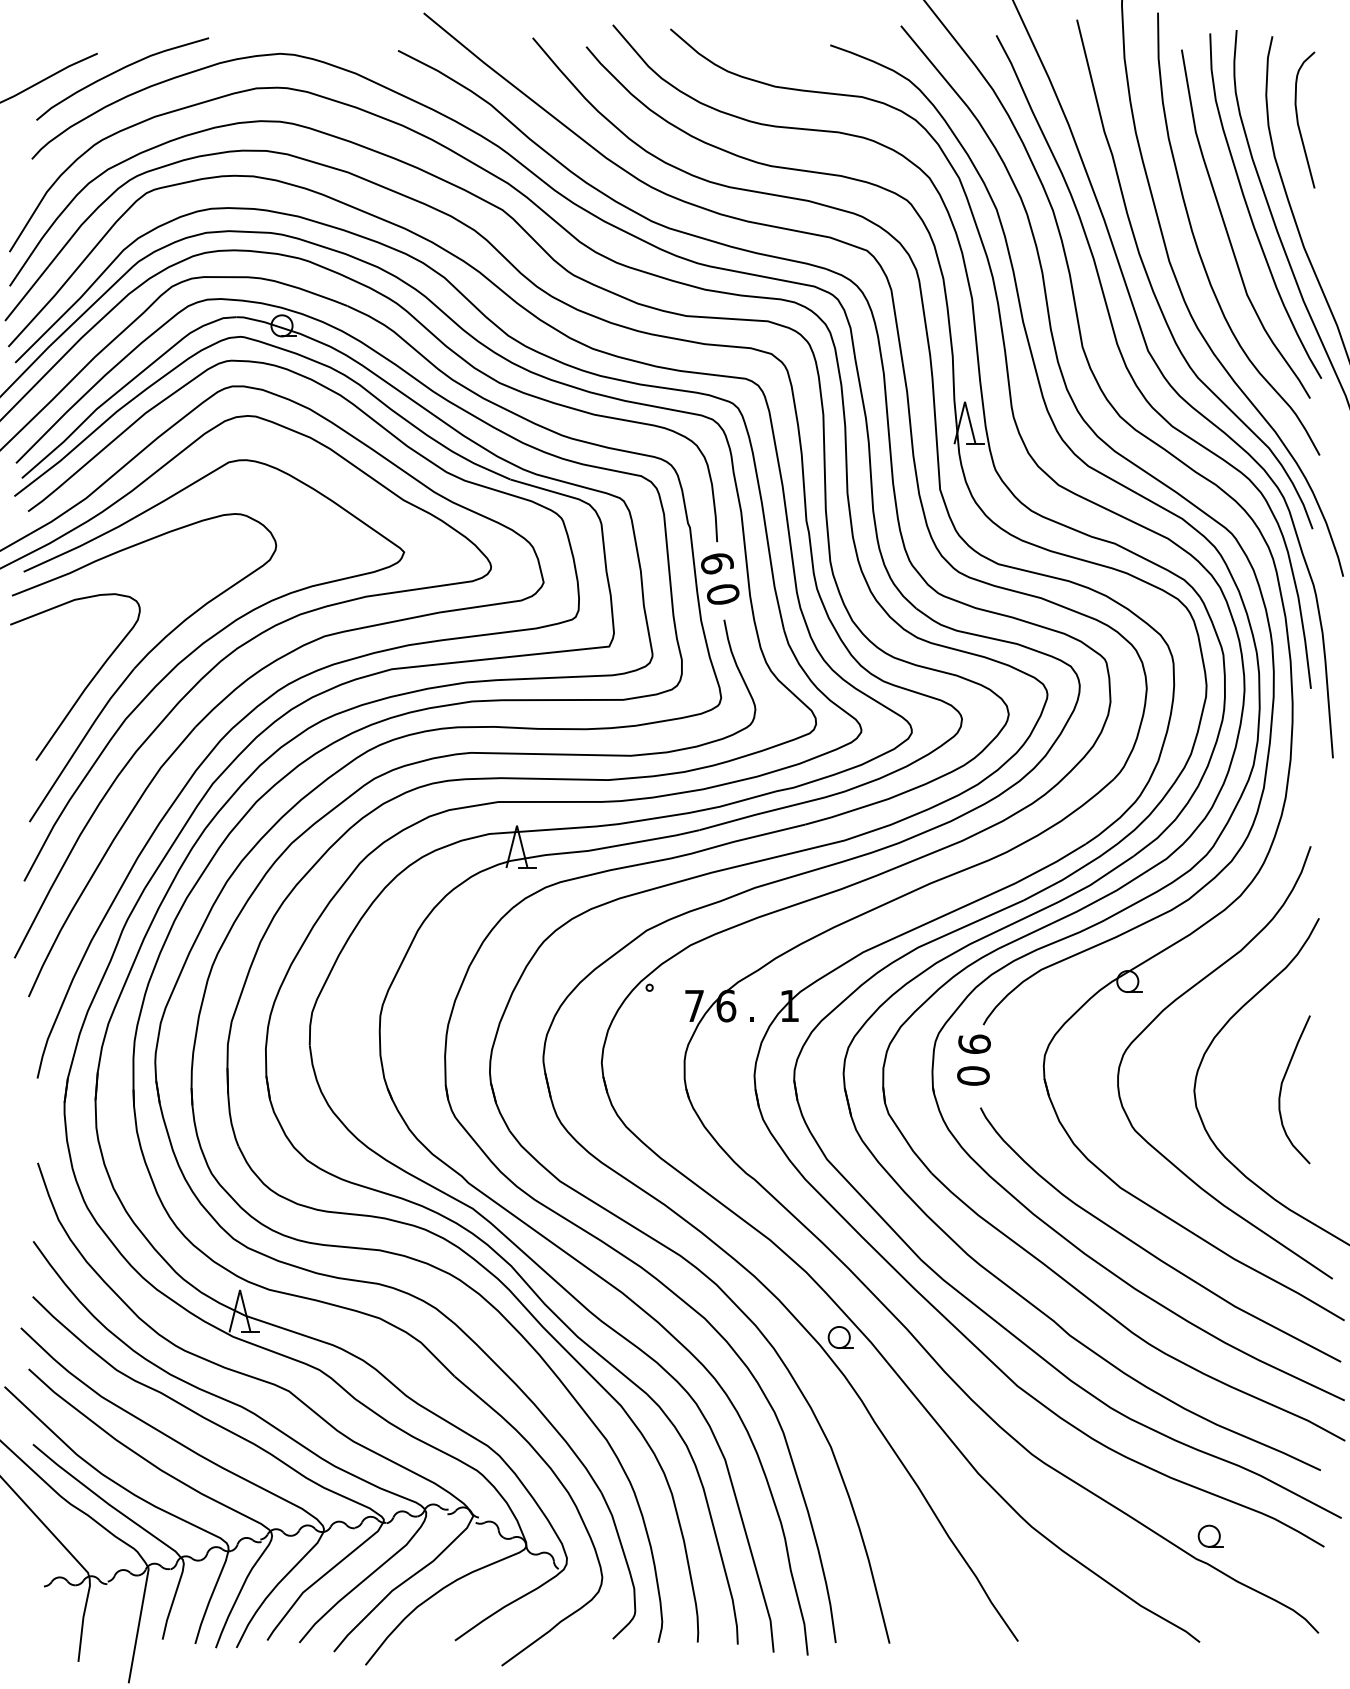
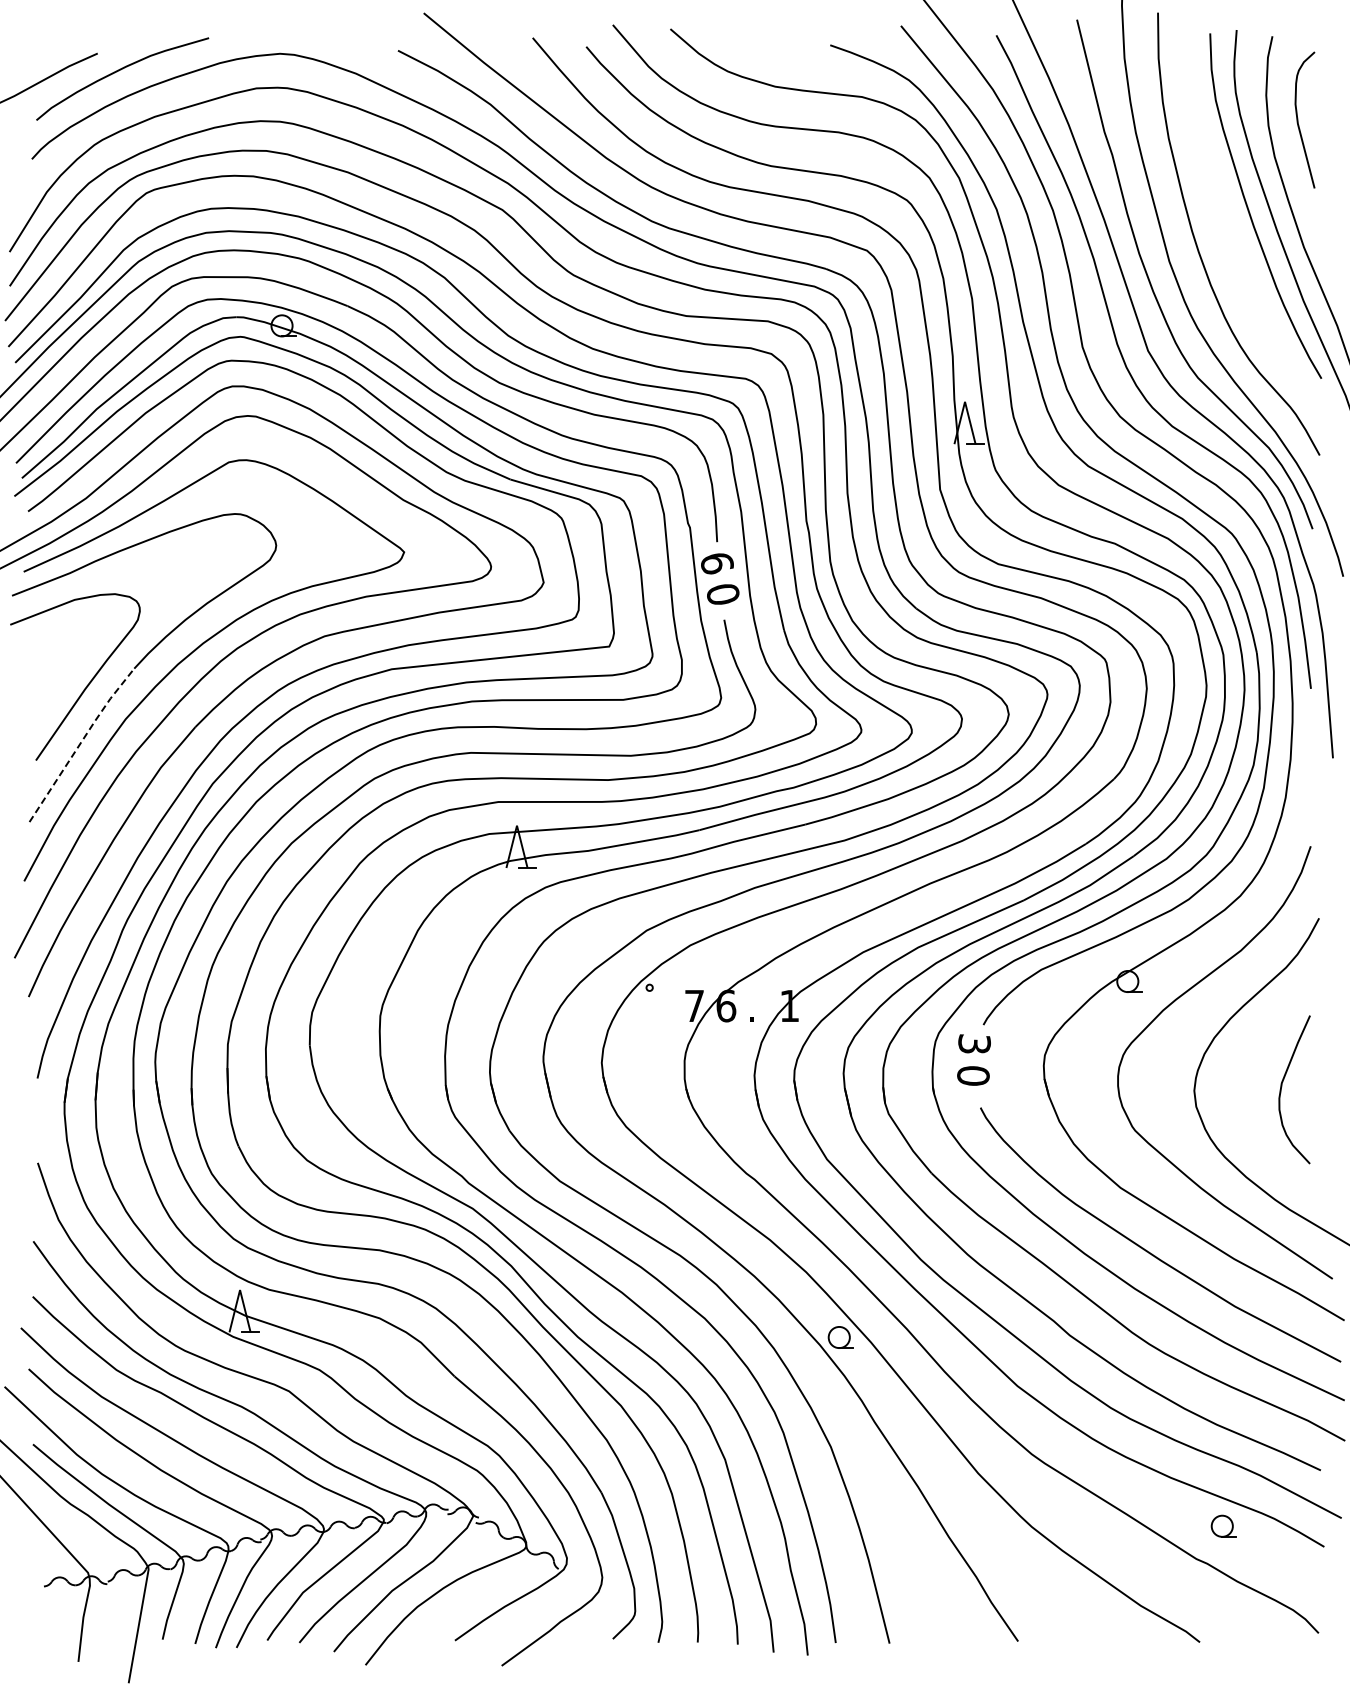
curve at (1227, 229): present -> none
line at (81, 742): solid -> dashed
text at (974, 1043): 9 -> 3
part at (1210, 1535) position: (1210, 1535) -> (1223, 1525)
